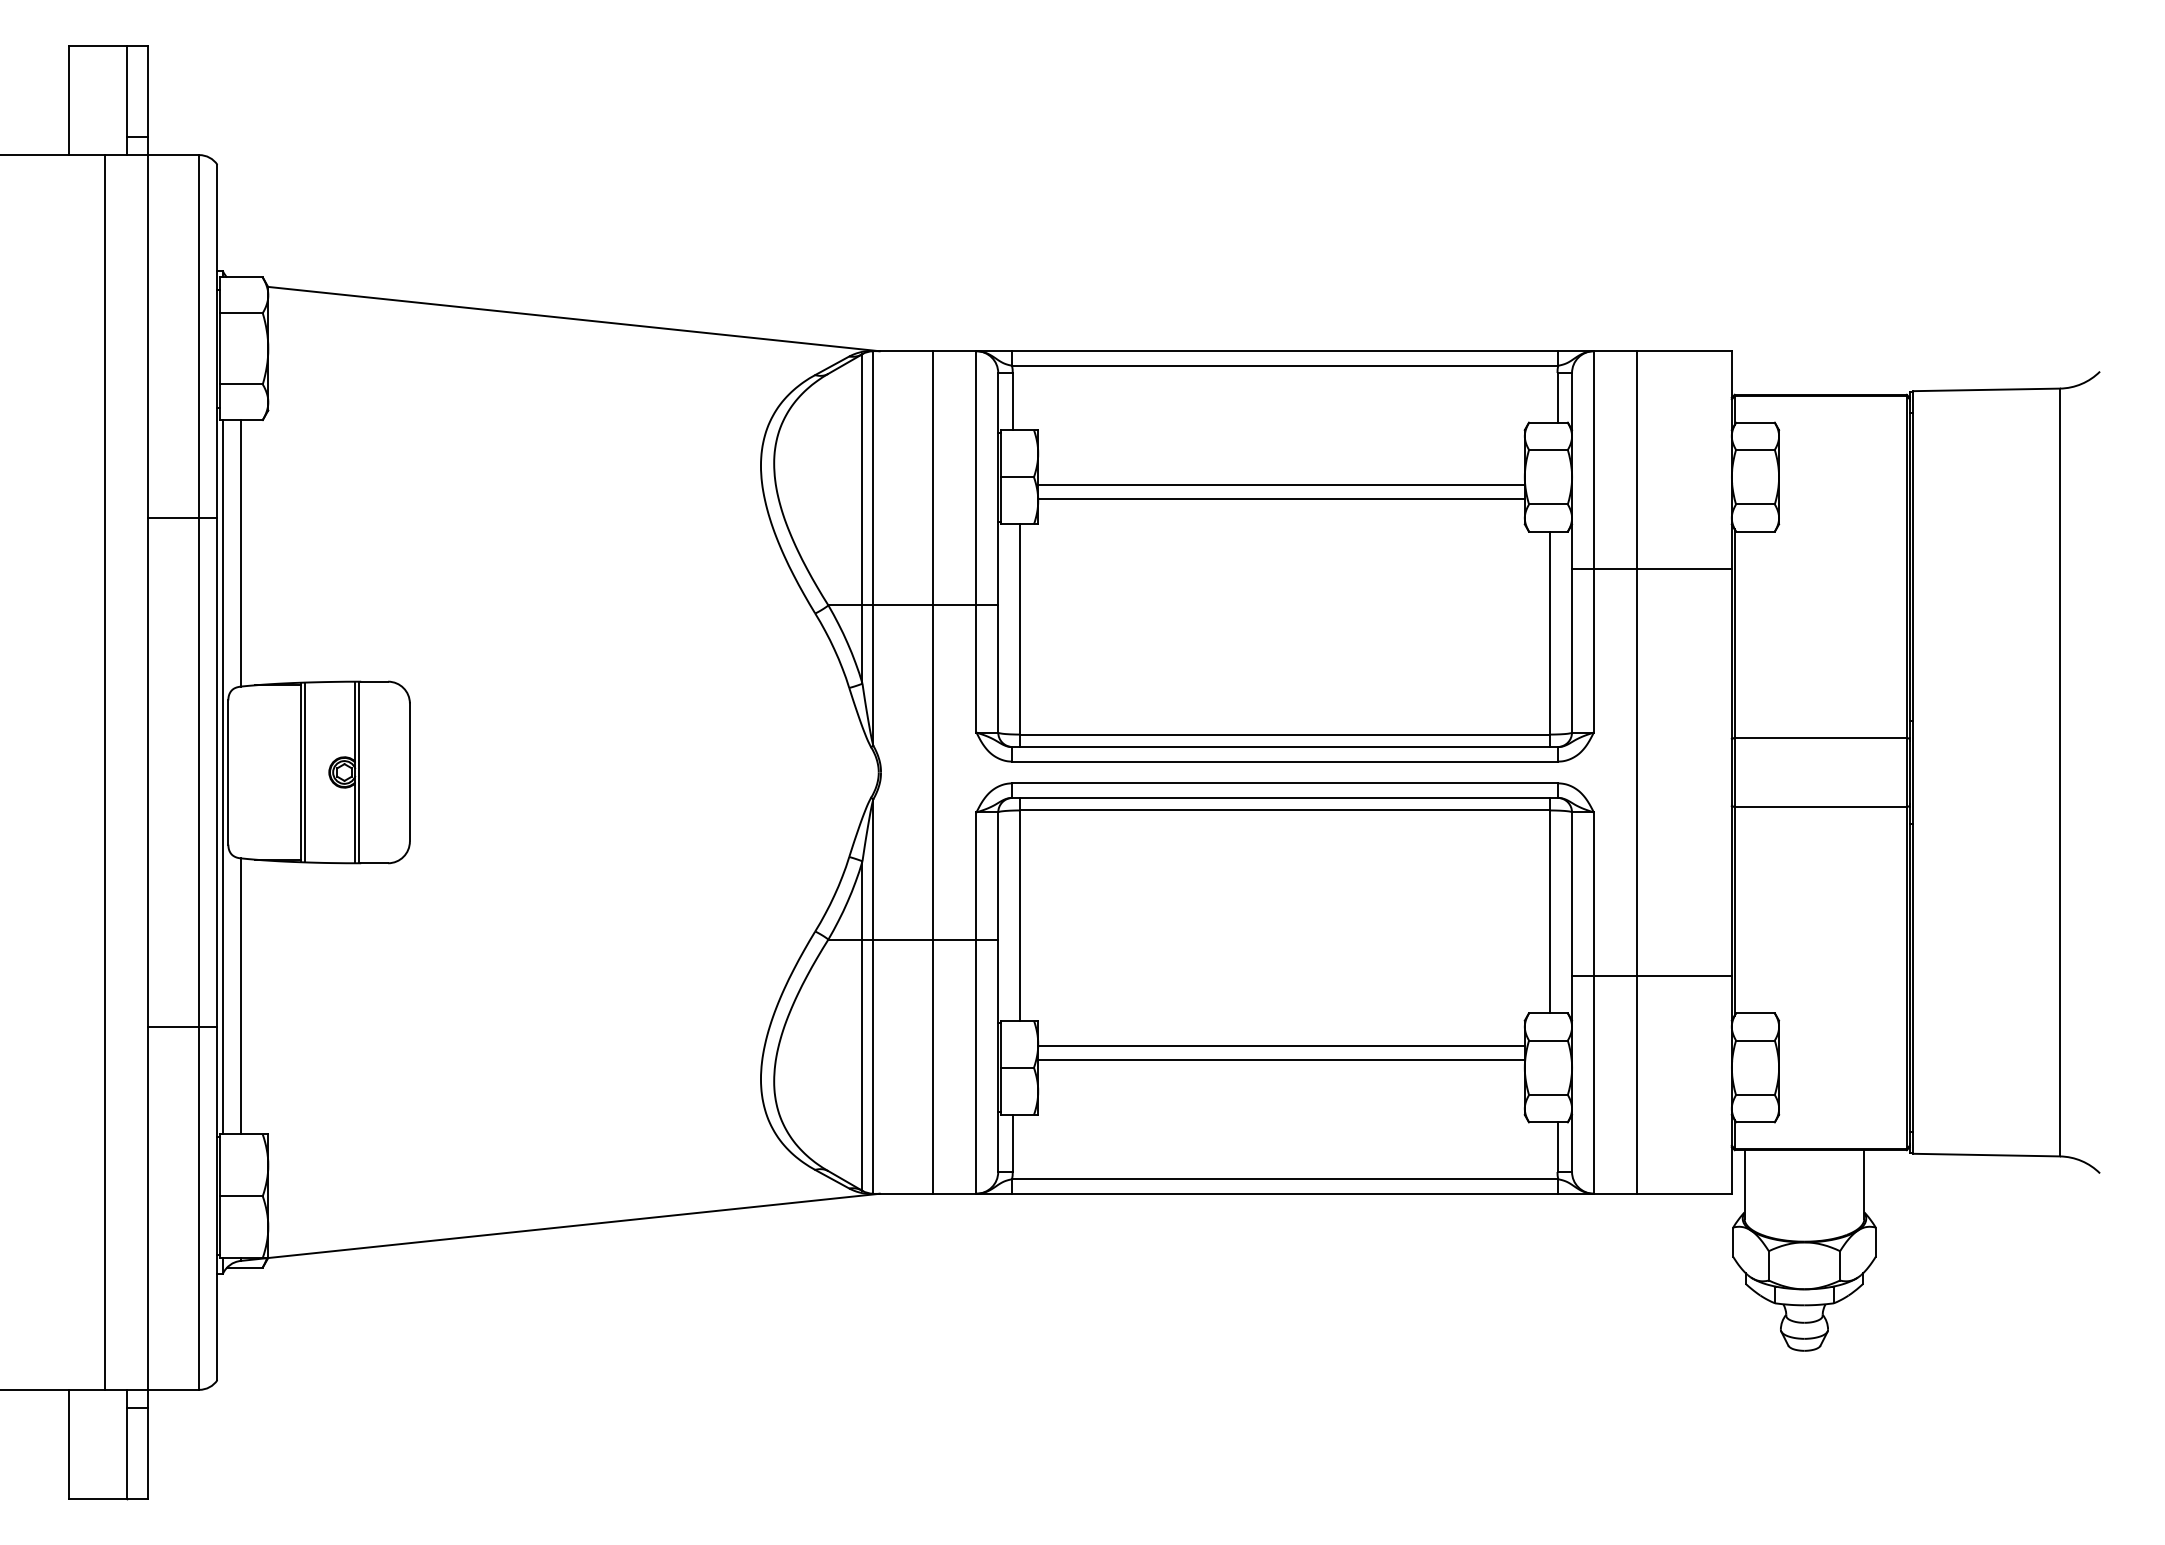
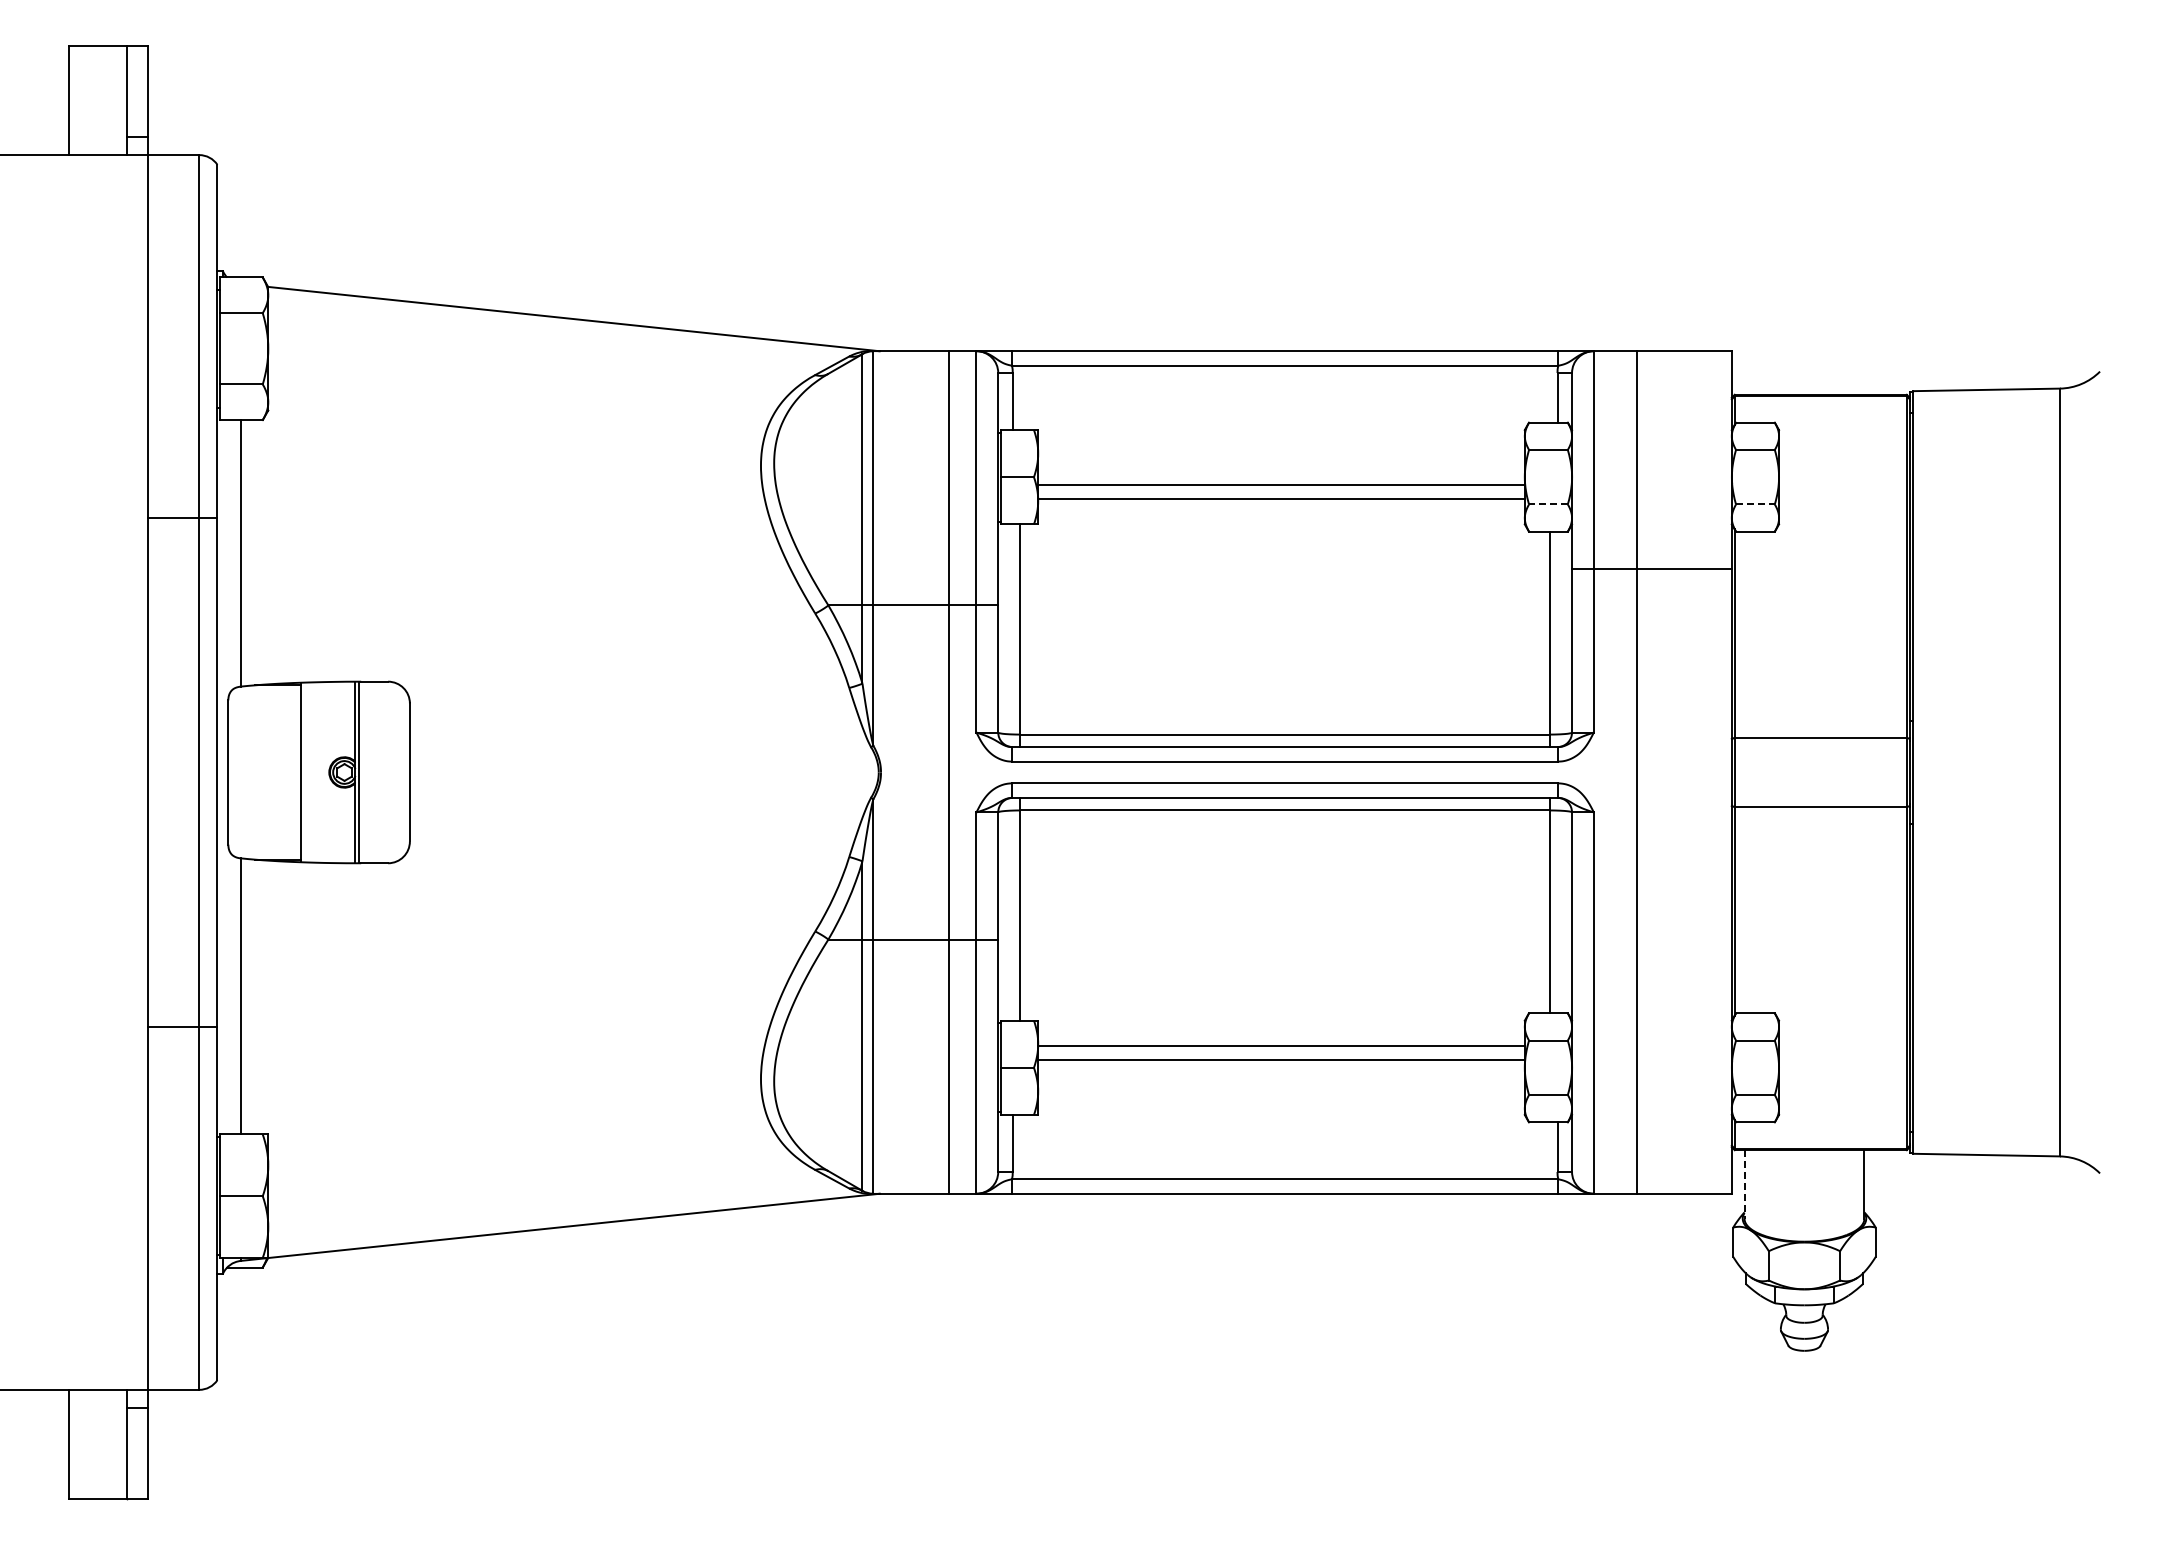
line at (1547, 504): solid -> dashed
line at (1755, 504): solid -> dashed
line at (104, 772): present -> none
line at (304, 772): present -> none
line at (932, 772) position: (932, 772) -> (948, 772)
line at (223, 777): present -> none
line at (1651, 975): present -> none
line at (1744, 1184): solid -> dashed
